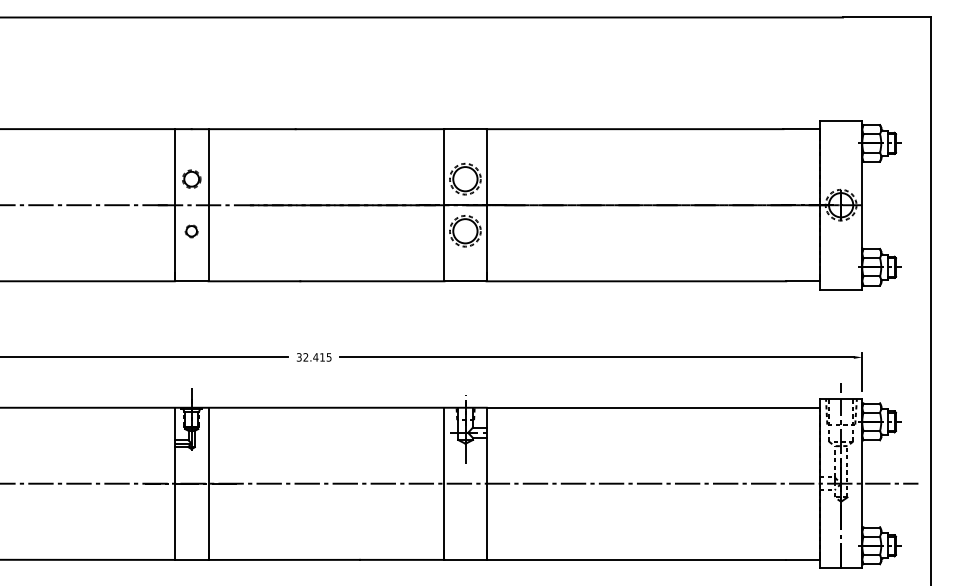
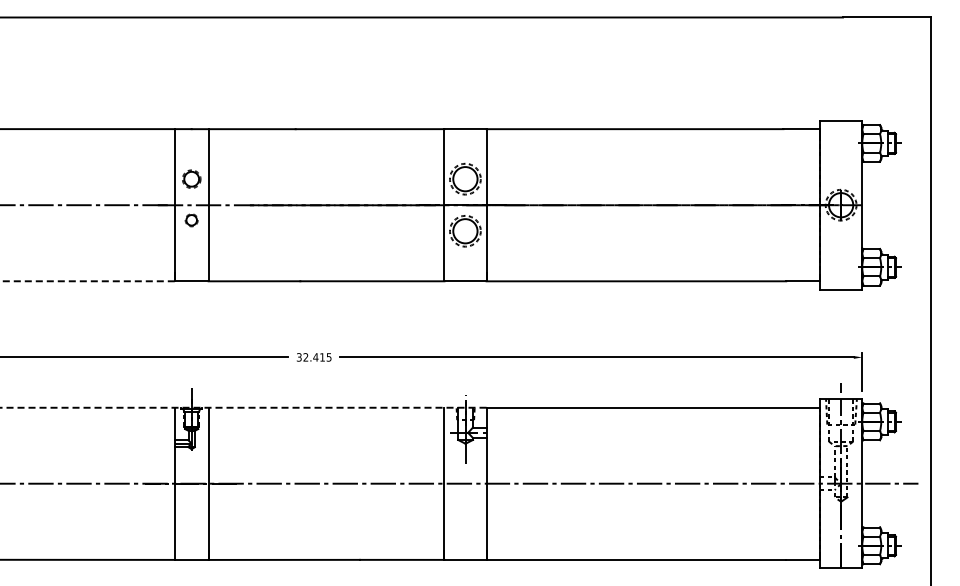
circle at (191, 231) position: (191, 231) -> (191, 220)
line at (86, 281): solid -> dashed
line at (244, 407): solid -> dashed
